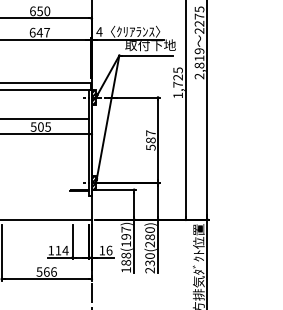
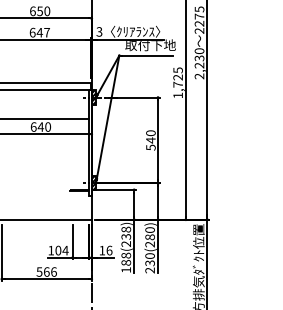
text at (99, 31): 4 -> 3
text at (199, 58): 2,819 -> 2,230
text at (40, 126): 505 -> 640
text at (150, 136): 587 -> 540
text at (126, 236): 188(197) -> 188(238)
text at (58, 250): 114 -> 104
